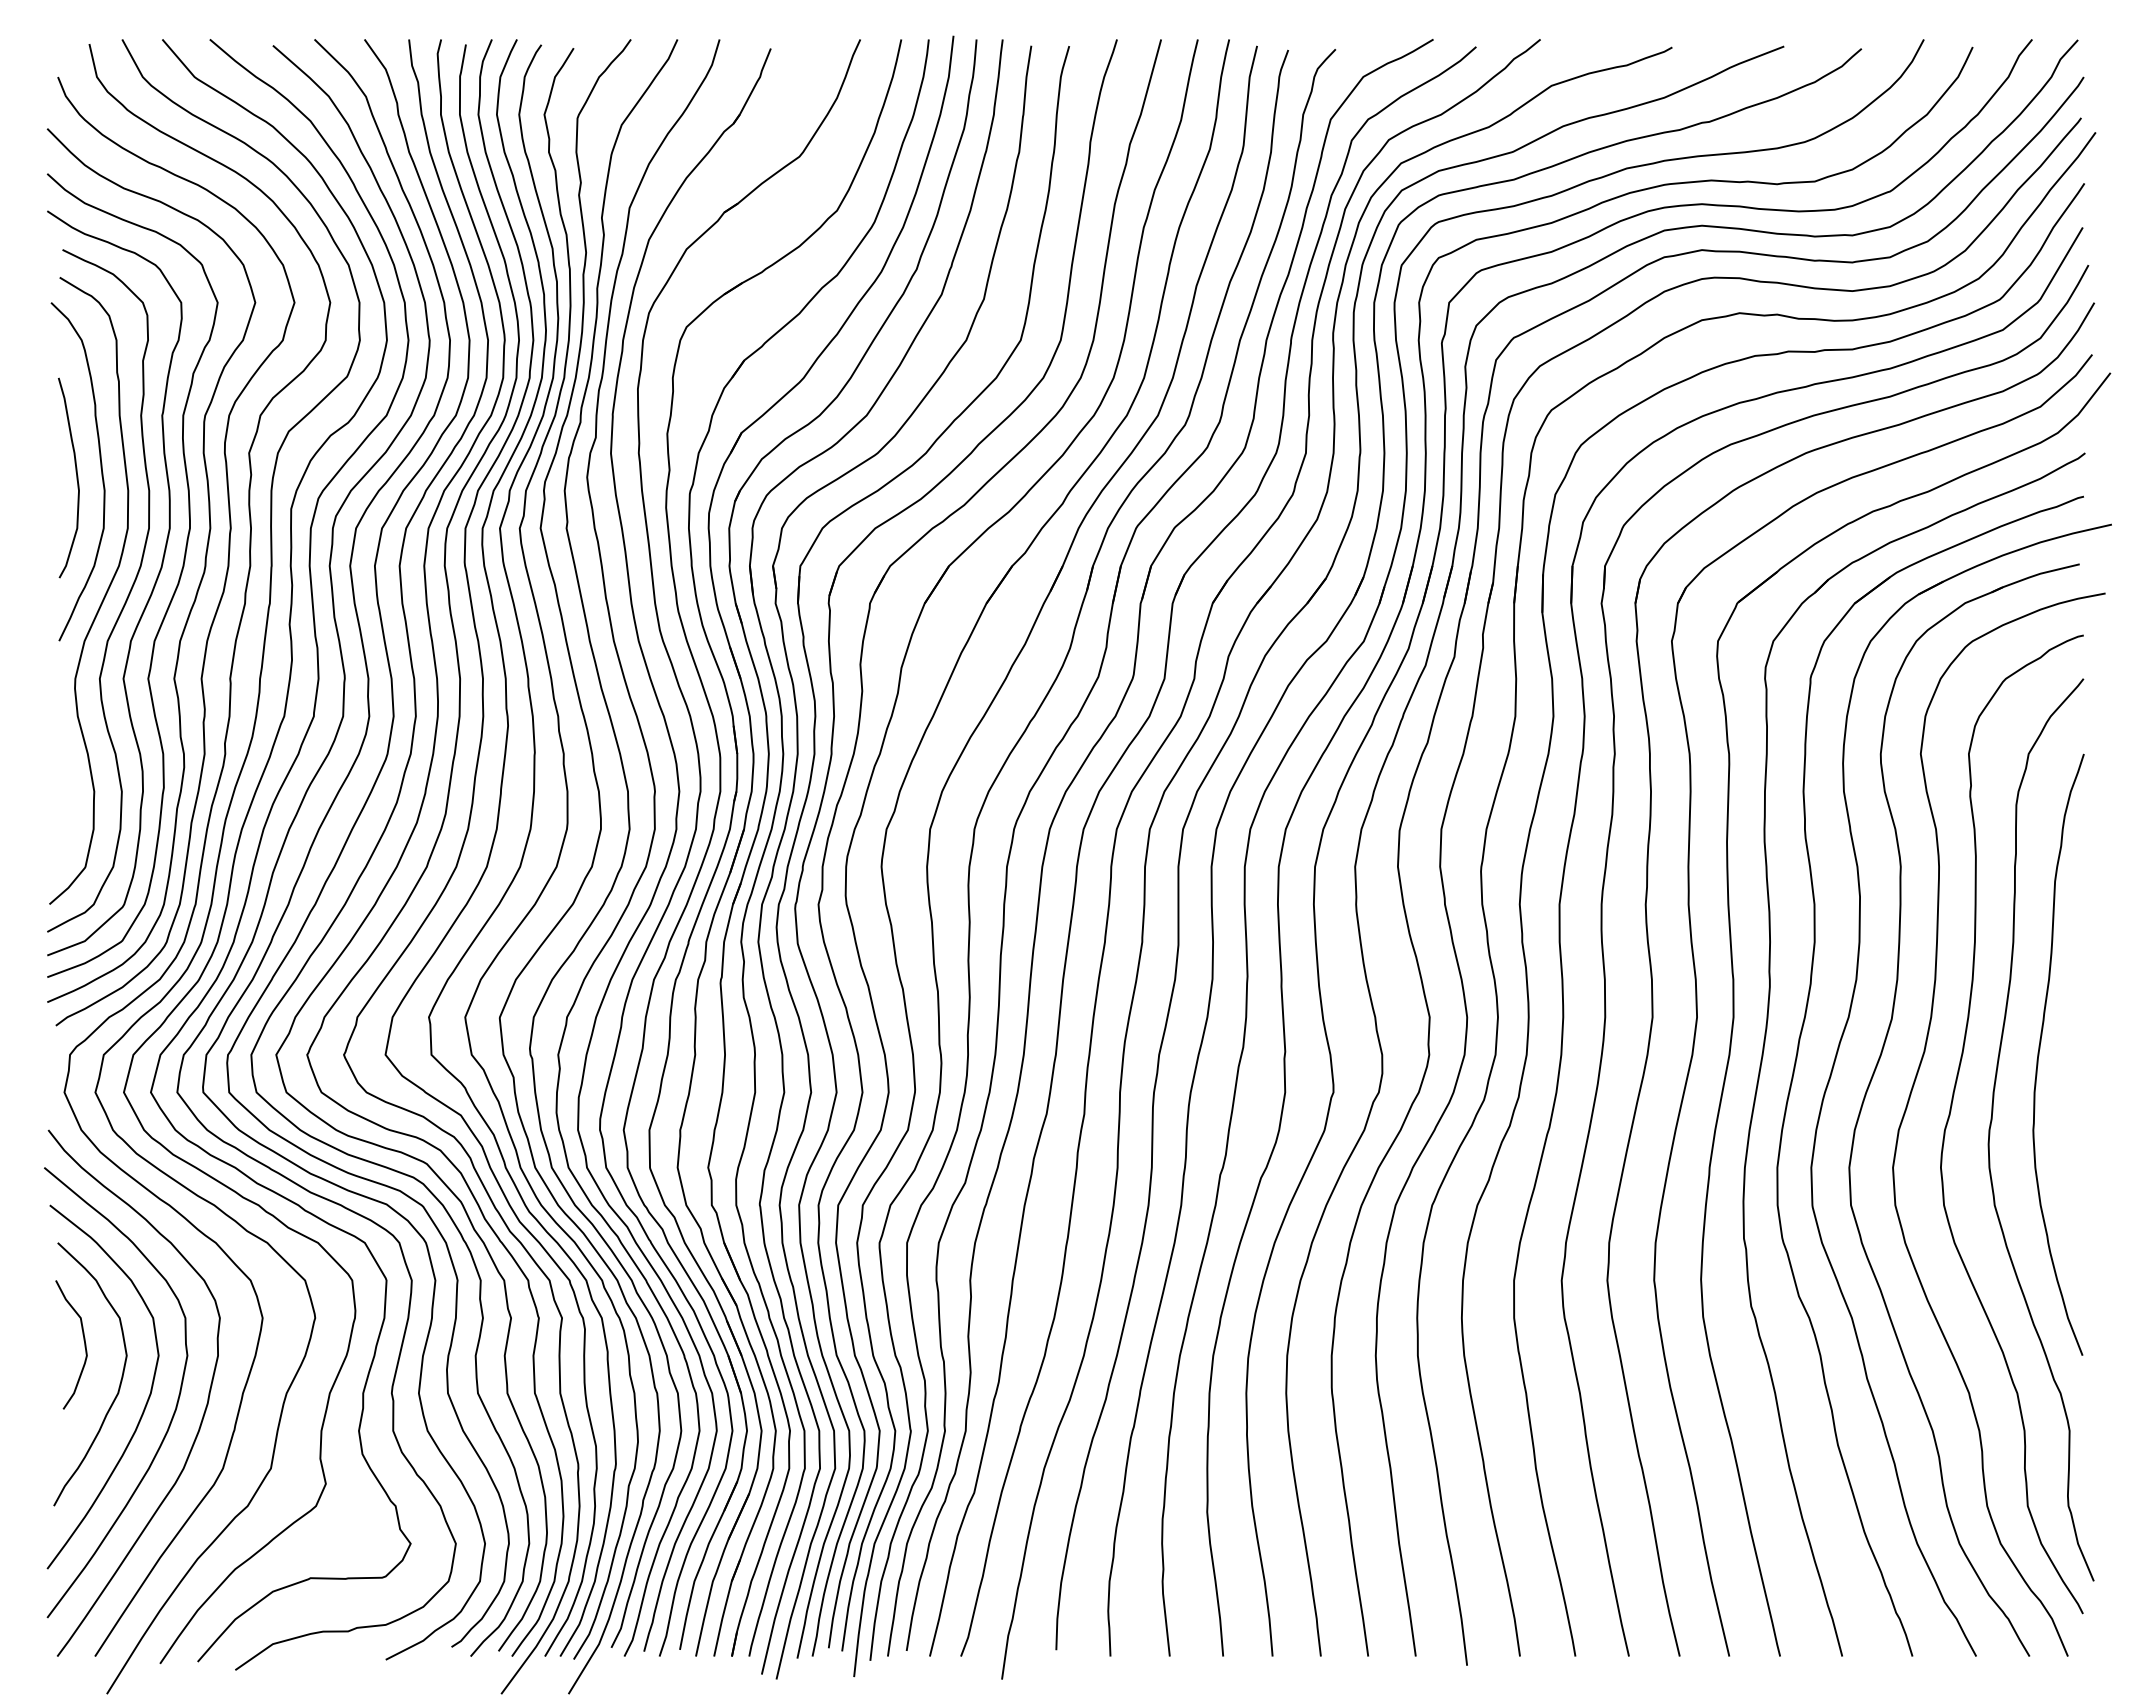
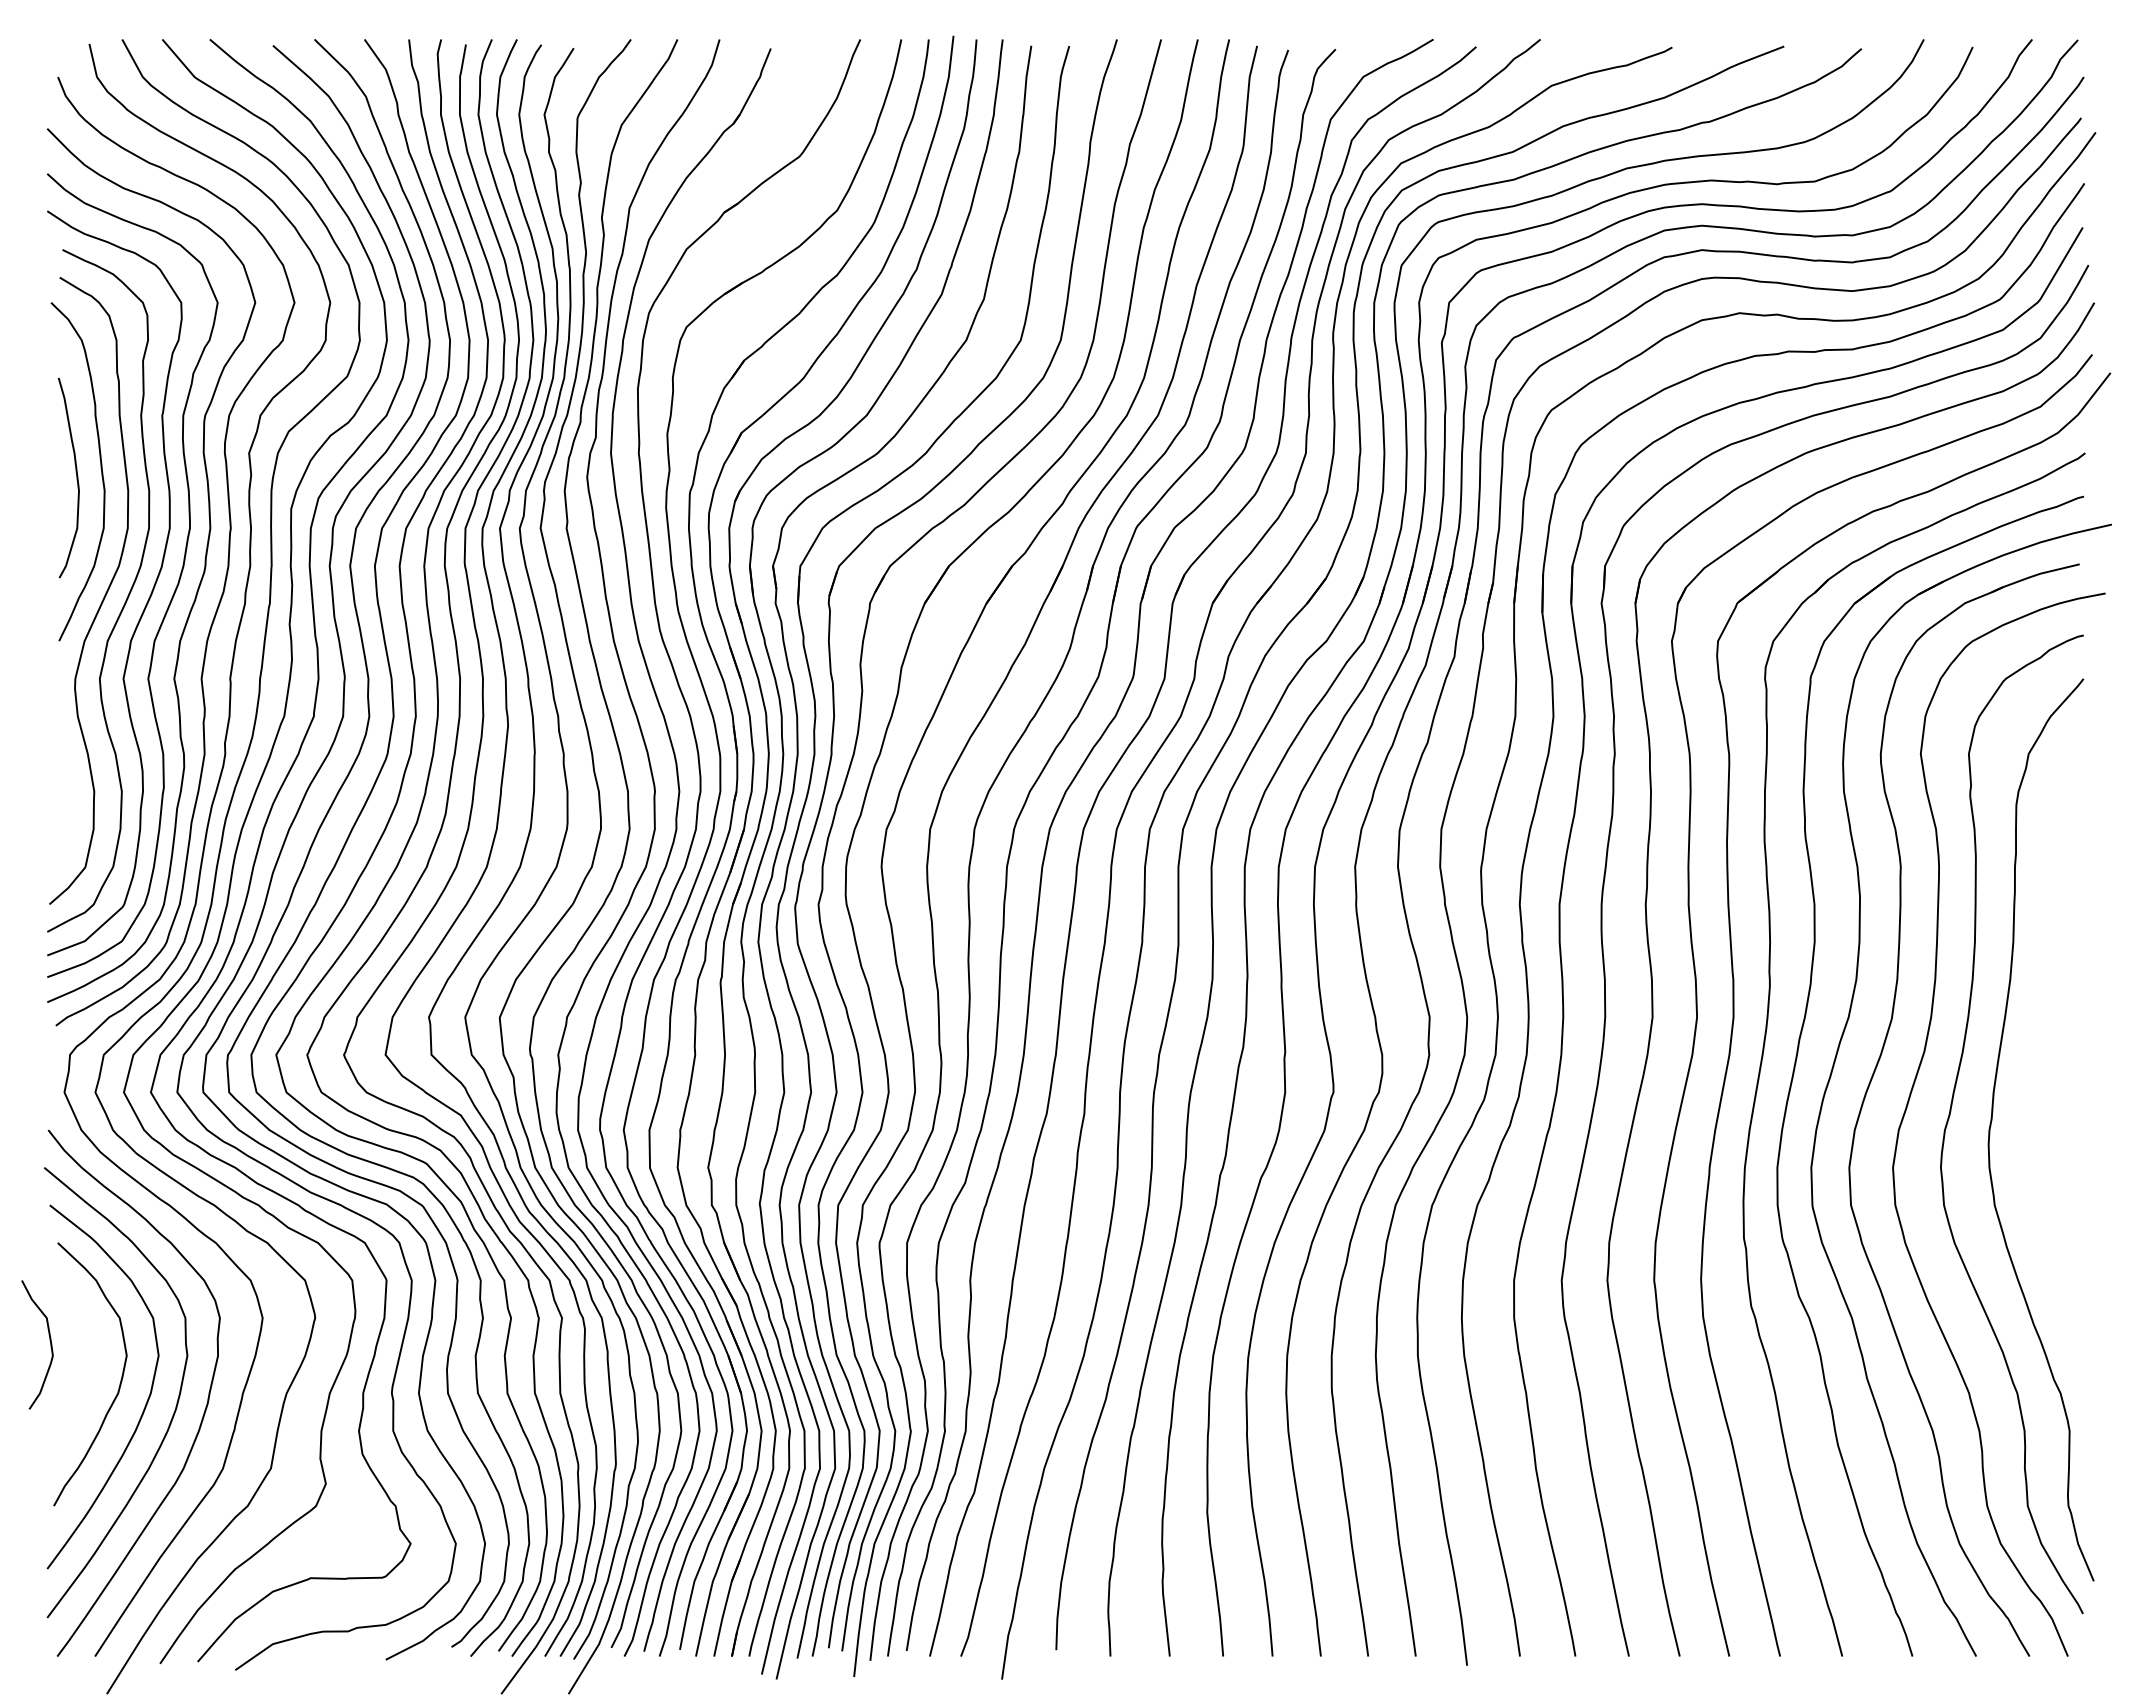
curve at (2040, 1049): present -> none
curve at (83, 1340) position: (83, 1340) -> (49, 1340)
